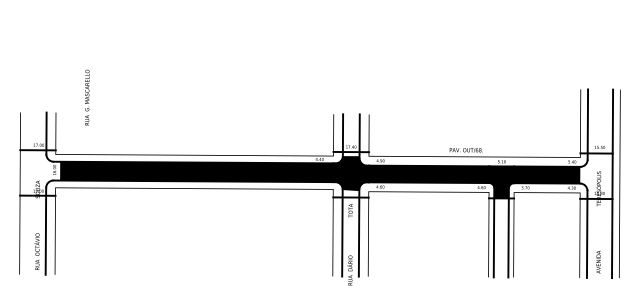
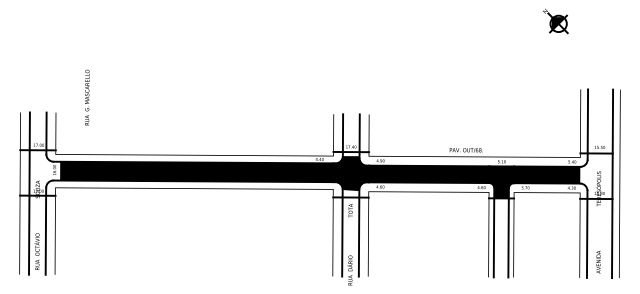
part at (555, 21): none -> present
line at (29, 193): none -> present
